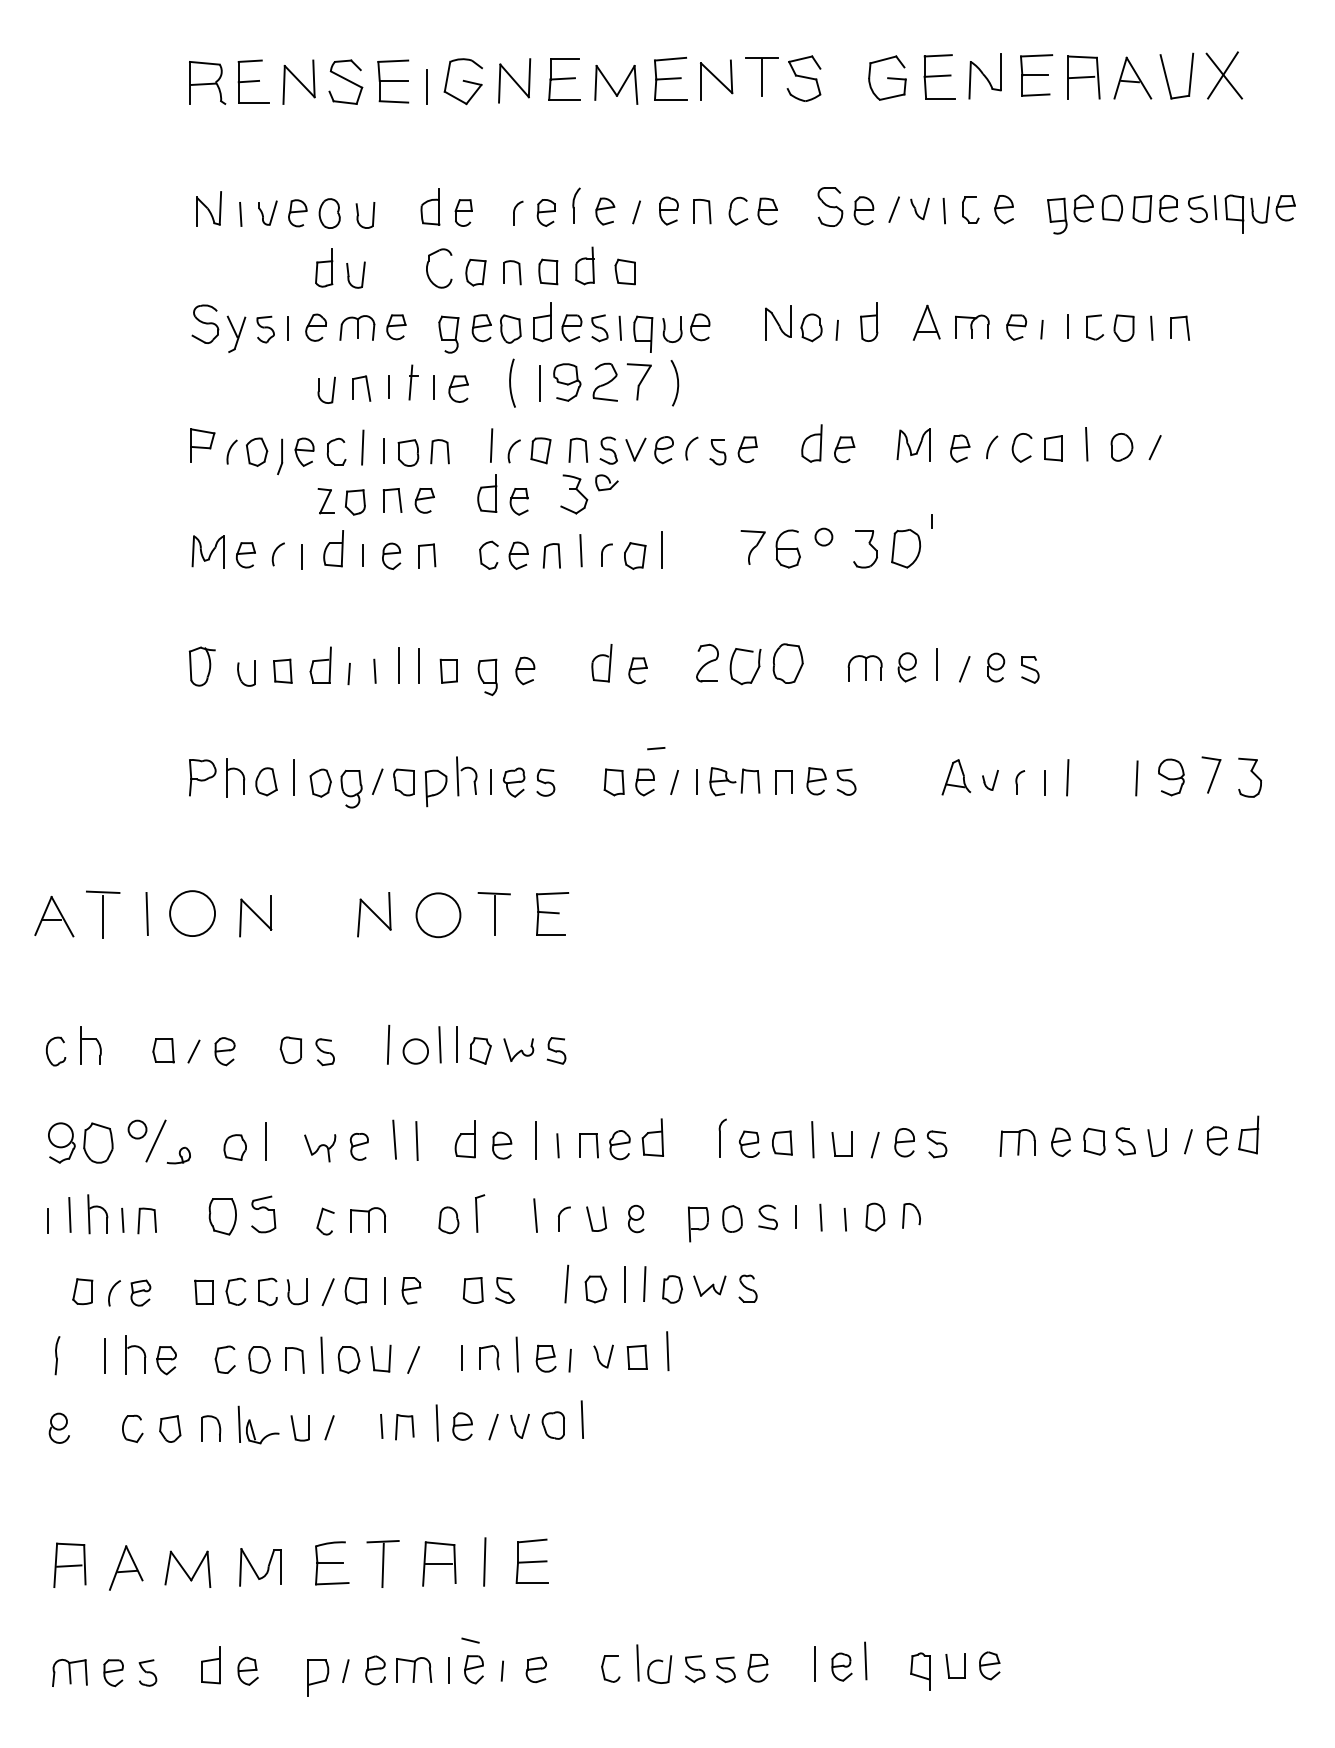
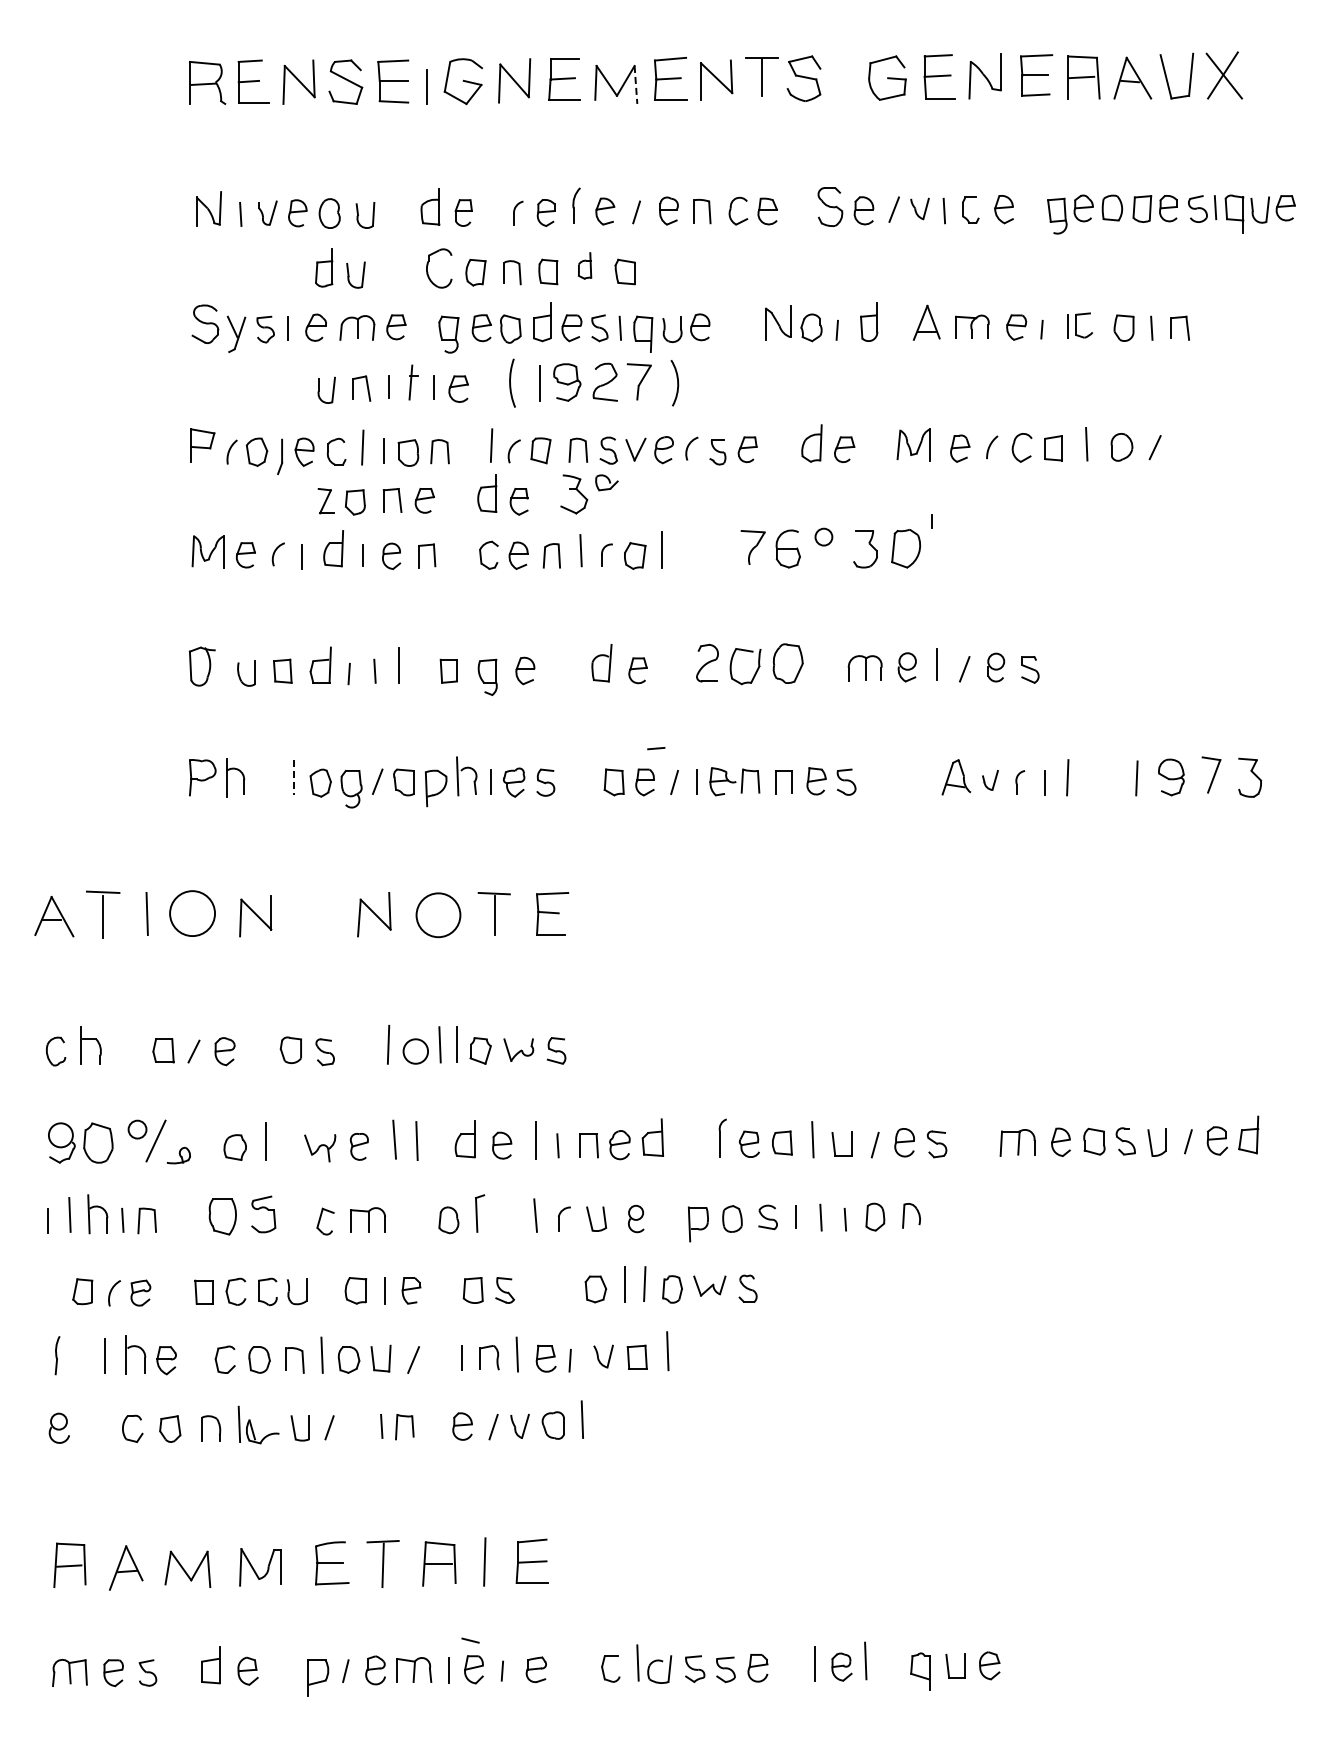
line at (636, 85): solid -> dashed
part at (584, 265) size: 20x40 px -> 16x28 px
part at (1087, 327) position: (1087, 327) -> (1076, 325)
line at (419, 665): present -> none
line at (294, 777): solid -> dashed
part at (266, 781): present -> none
line at (566, 1283): present -> none
line at (327, 1292): present -> none
line at (437, 1422): present -> none
